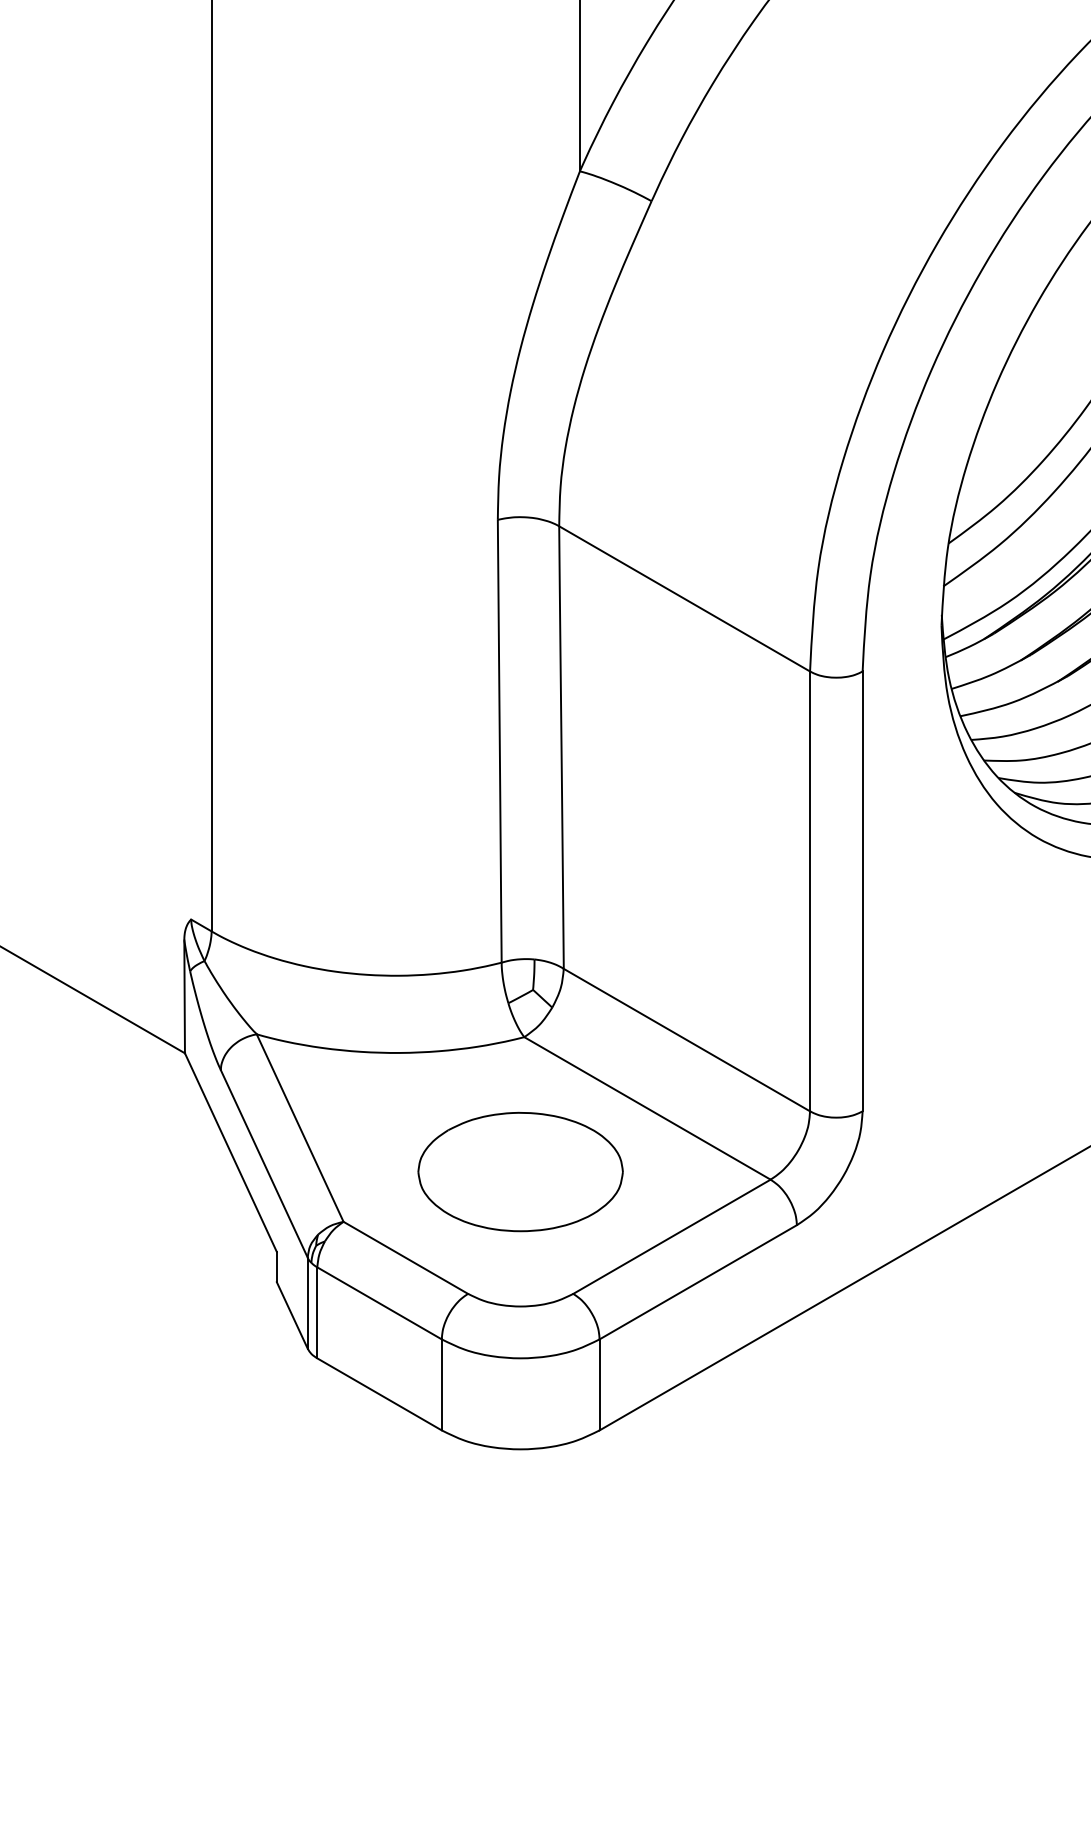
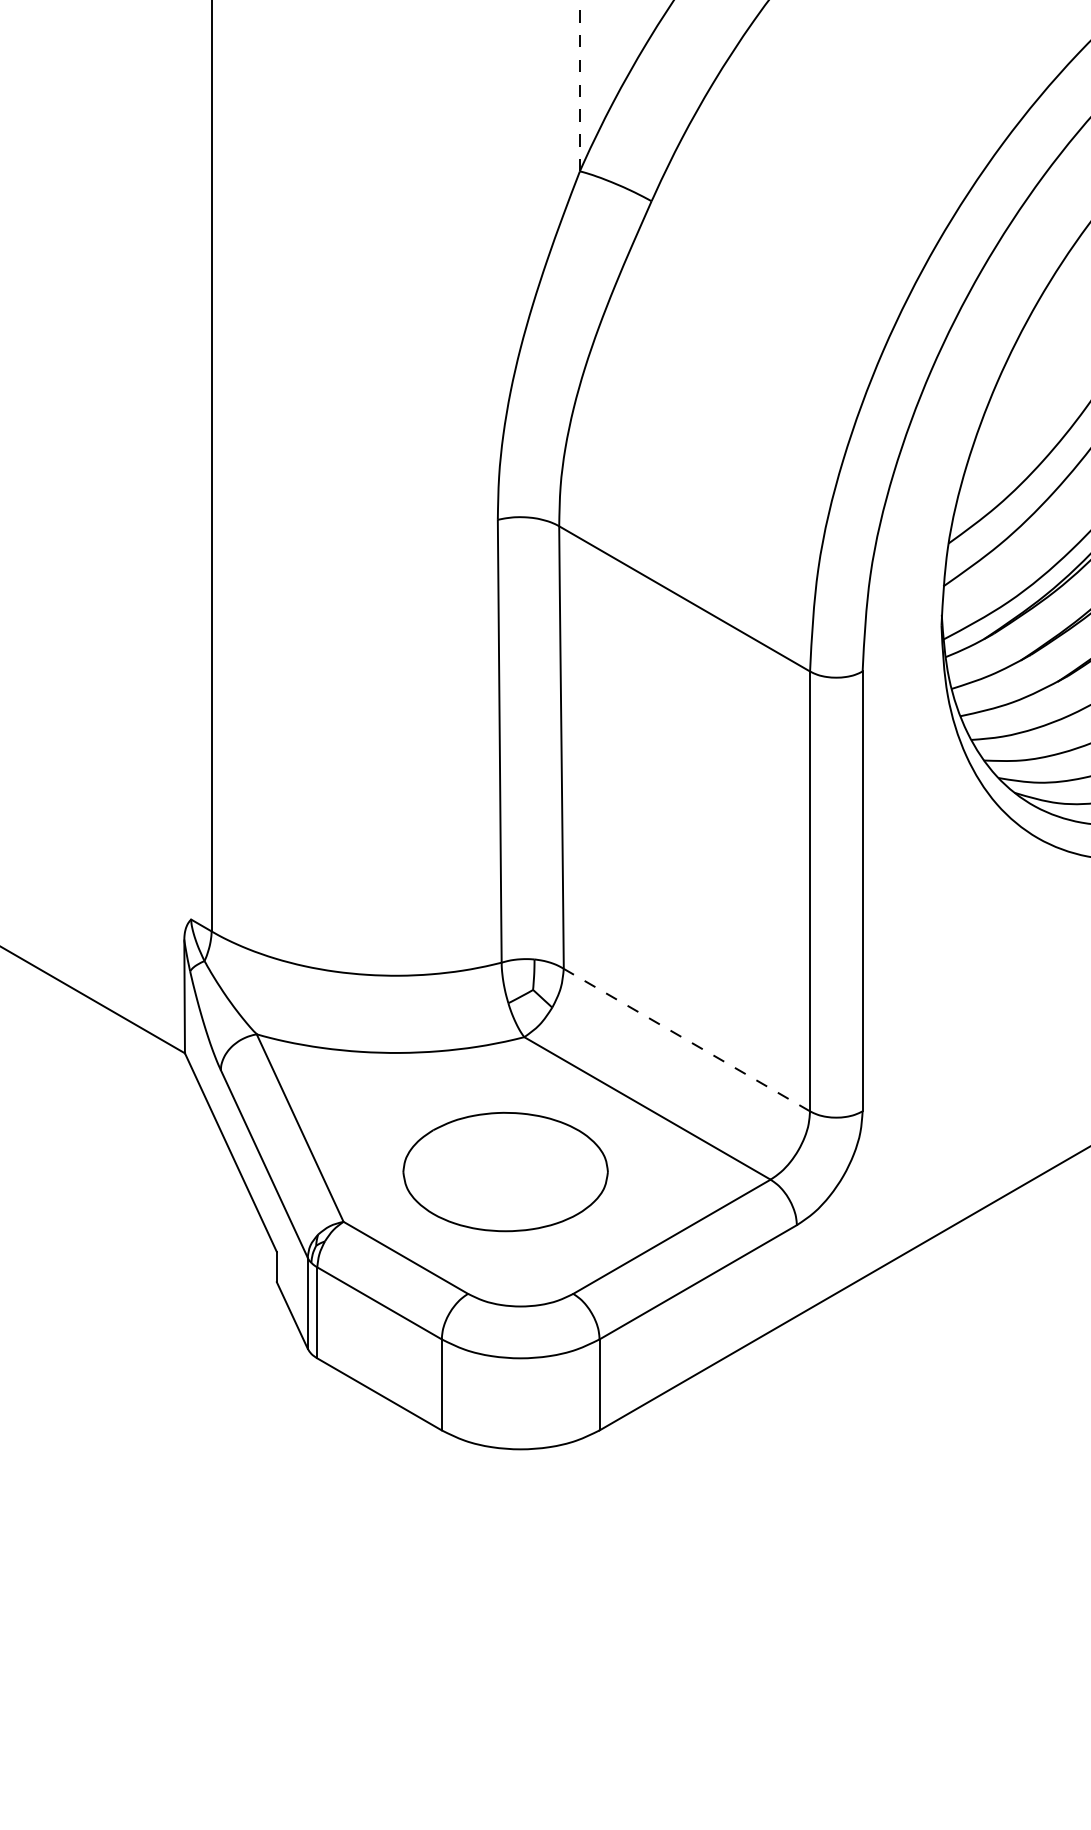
line at (579, 85): solid -> dashed
line at (686, 1039): solid -> dashed
part at (520, 1171) position: (520, 1171) -> (505, 1171)
